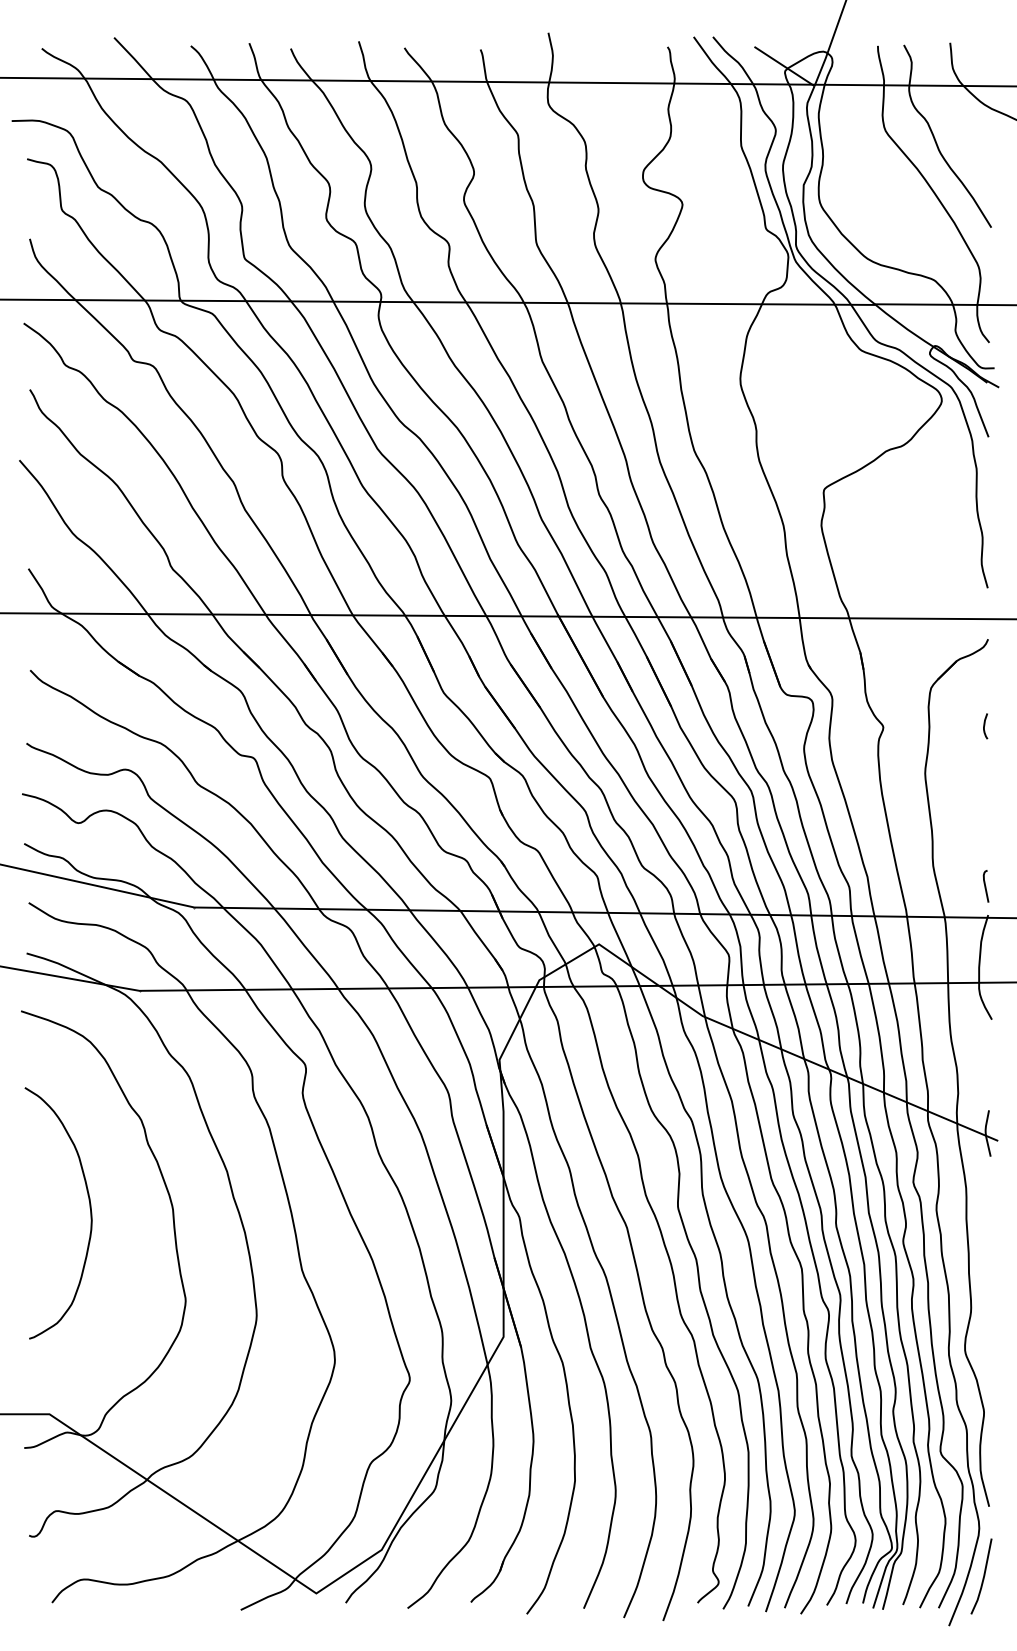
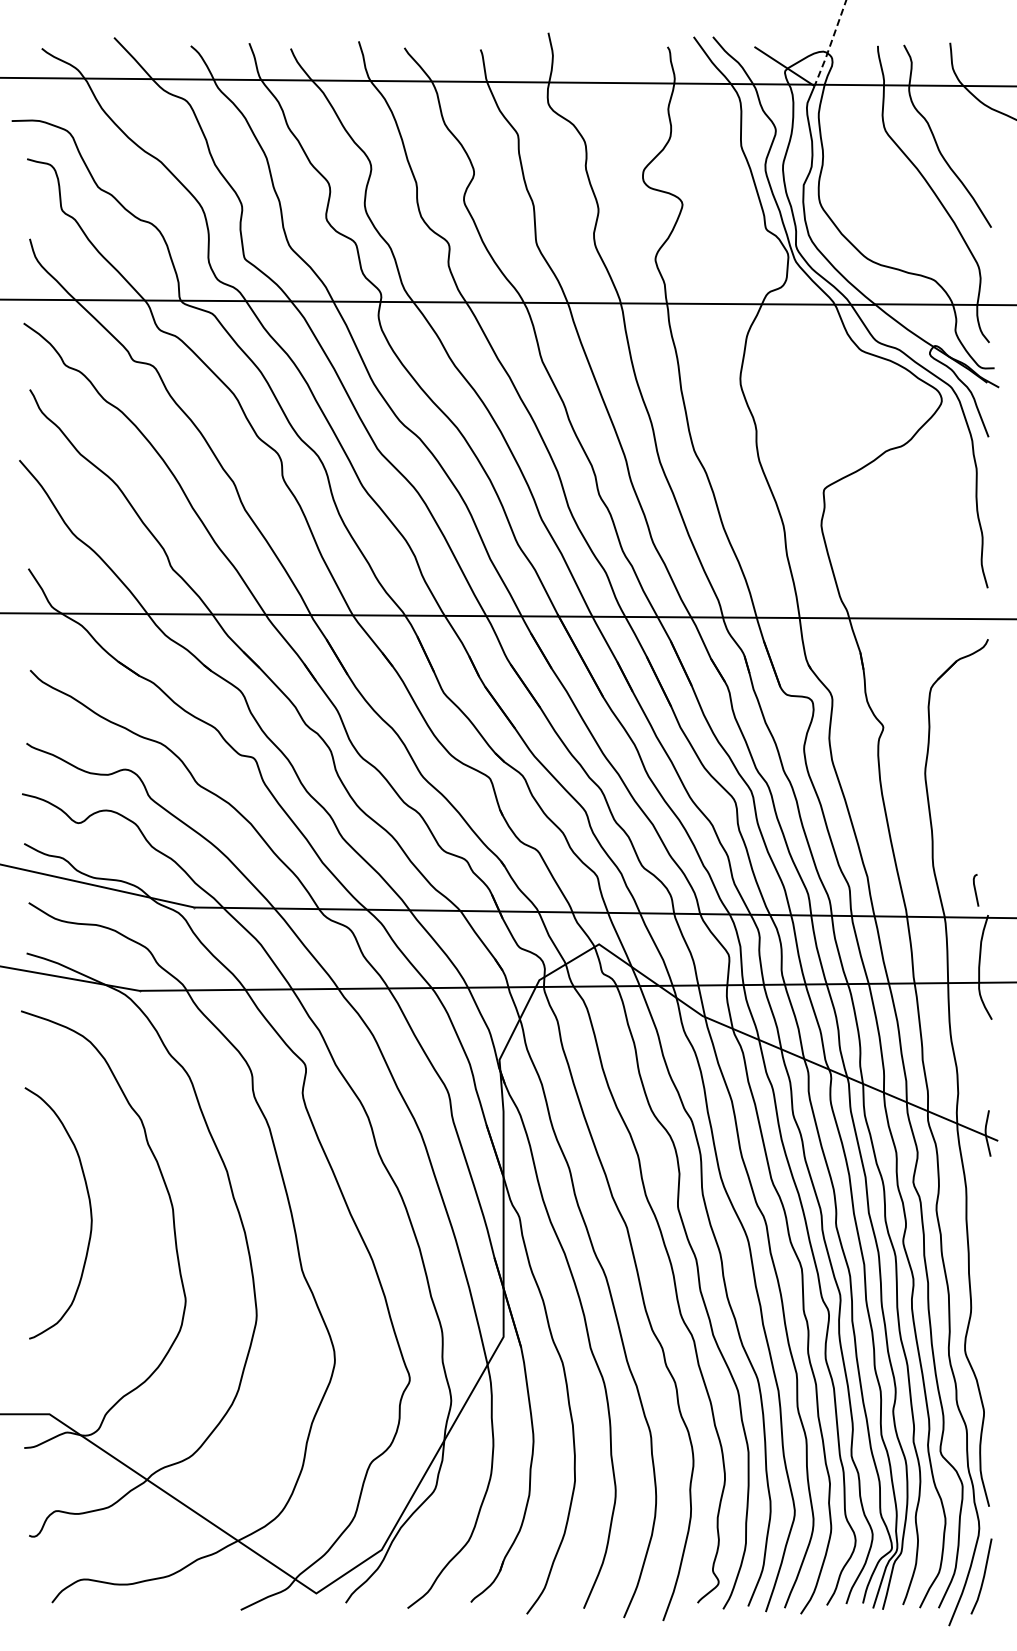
line at (830, 44): solid -> dashed
curve at (985, 725): present -> none
curve at (985, 886) position: (985, 886) -> (975, 890)
